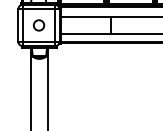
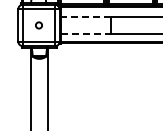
line at (85, 16): solid -> dashed
circle at (38, 25) size: 14x13 px -> 8x9 px
line at (85, 34): solid -> dashed
